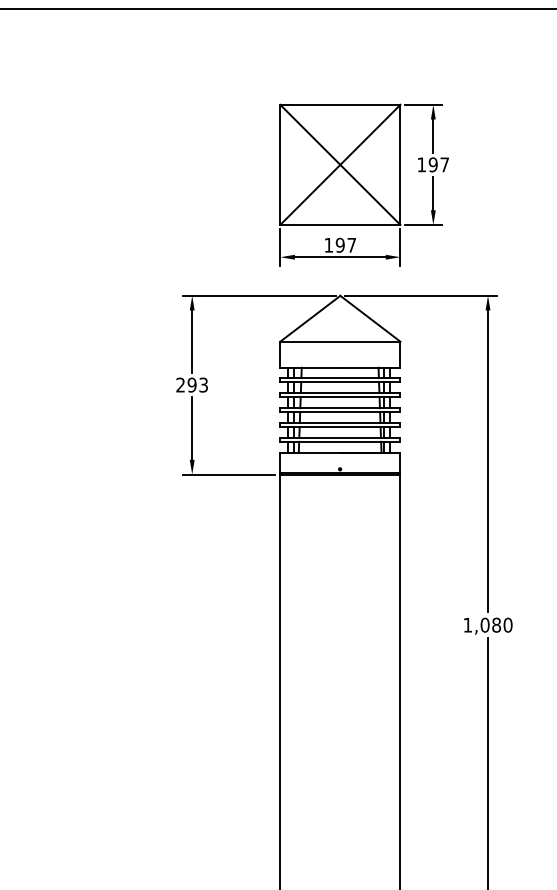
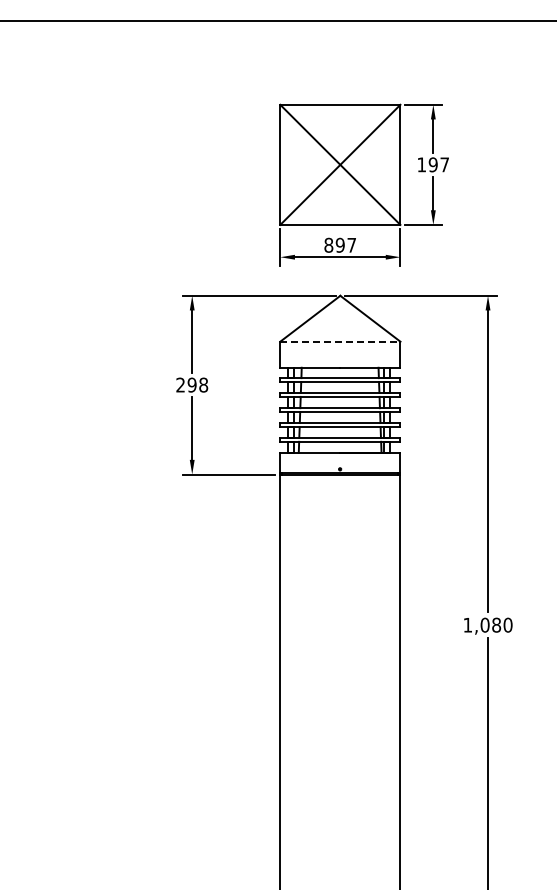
line at (277, 8) position: (277, 8) -> (277, 20)
text at (328, 244): 197 -> 897
line at (340, 341): solid -> dashed
text at (203, 384): 293 -> 298
